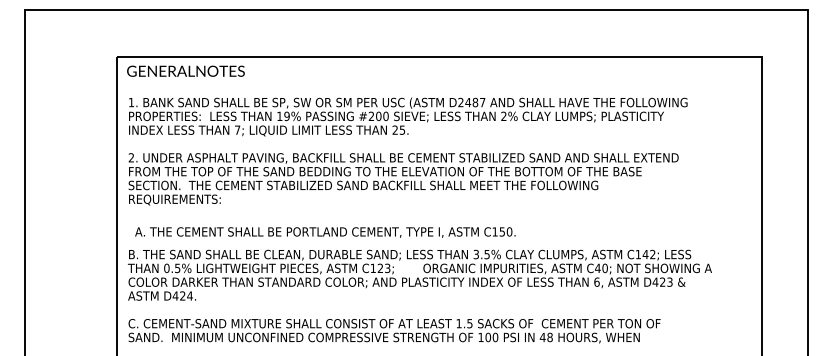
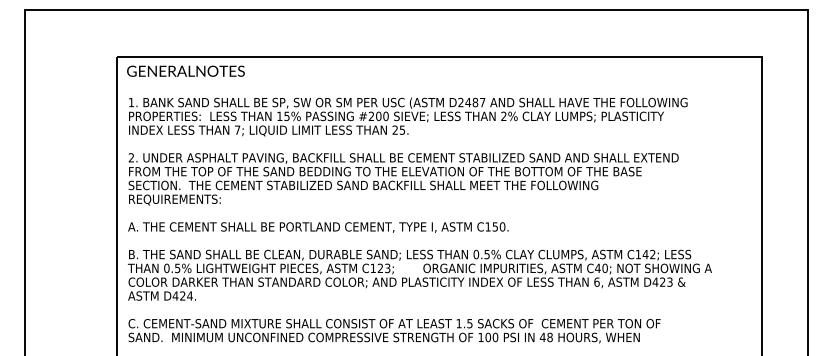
text at (286, 115): 19% -> 15%
text at (325, 232) position: (325, 232) -> (318, 227)
text at (476, 254): 3.5% -> 0.5%
